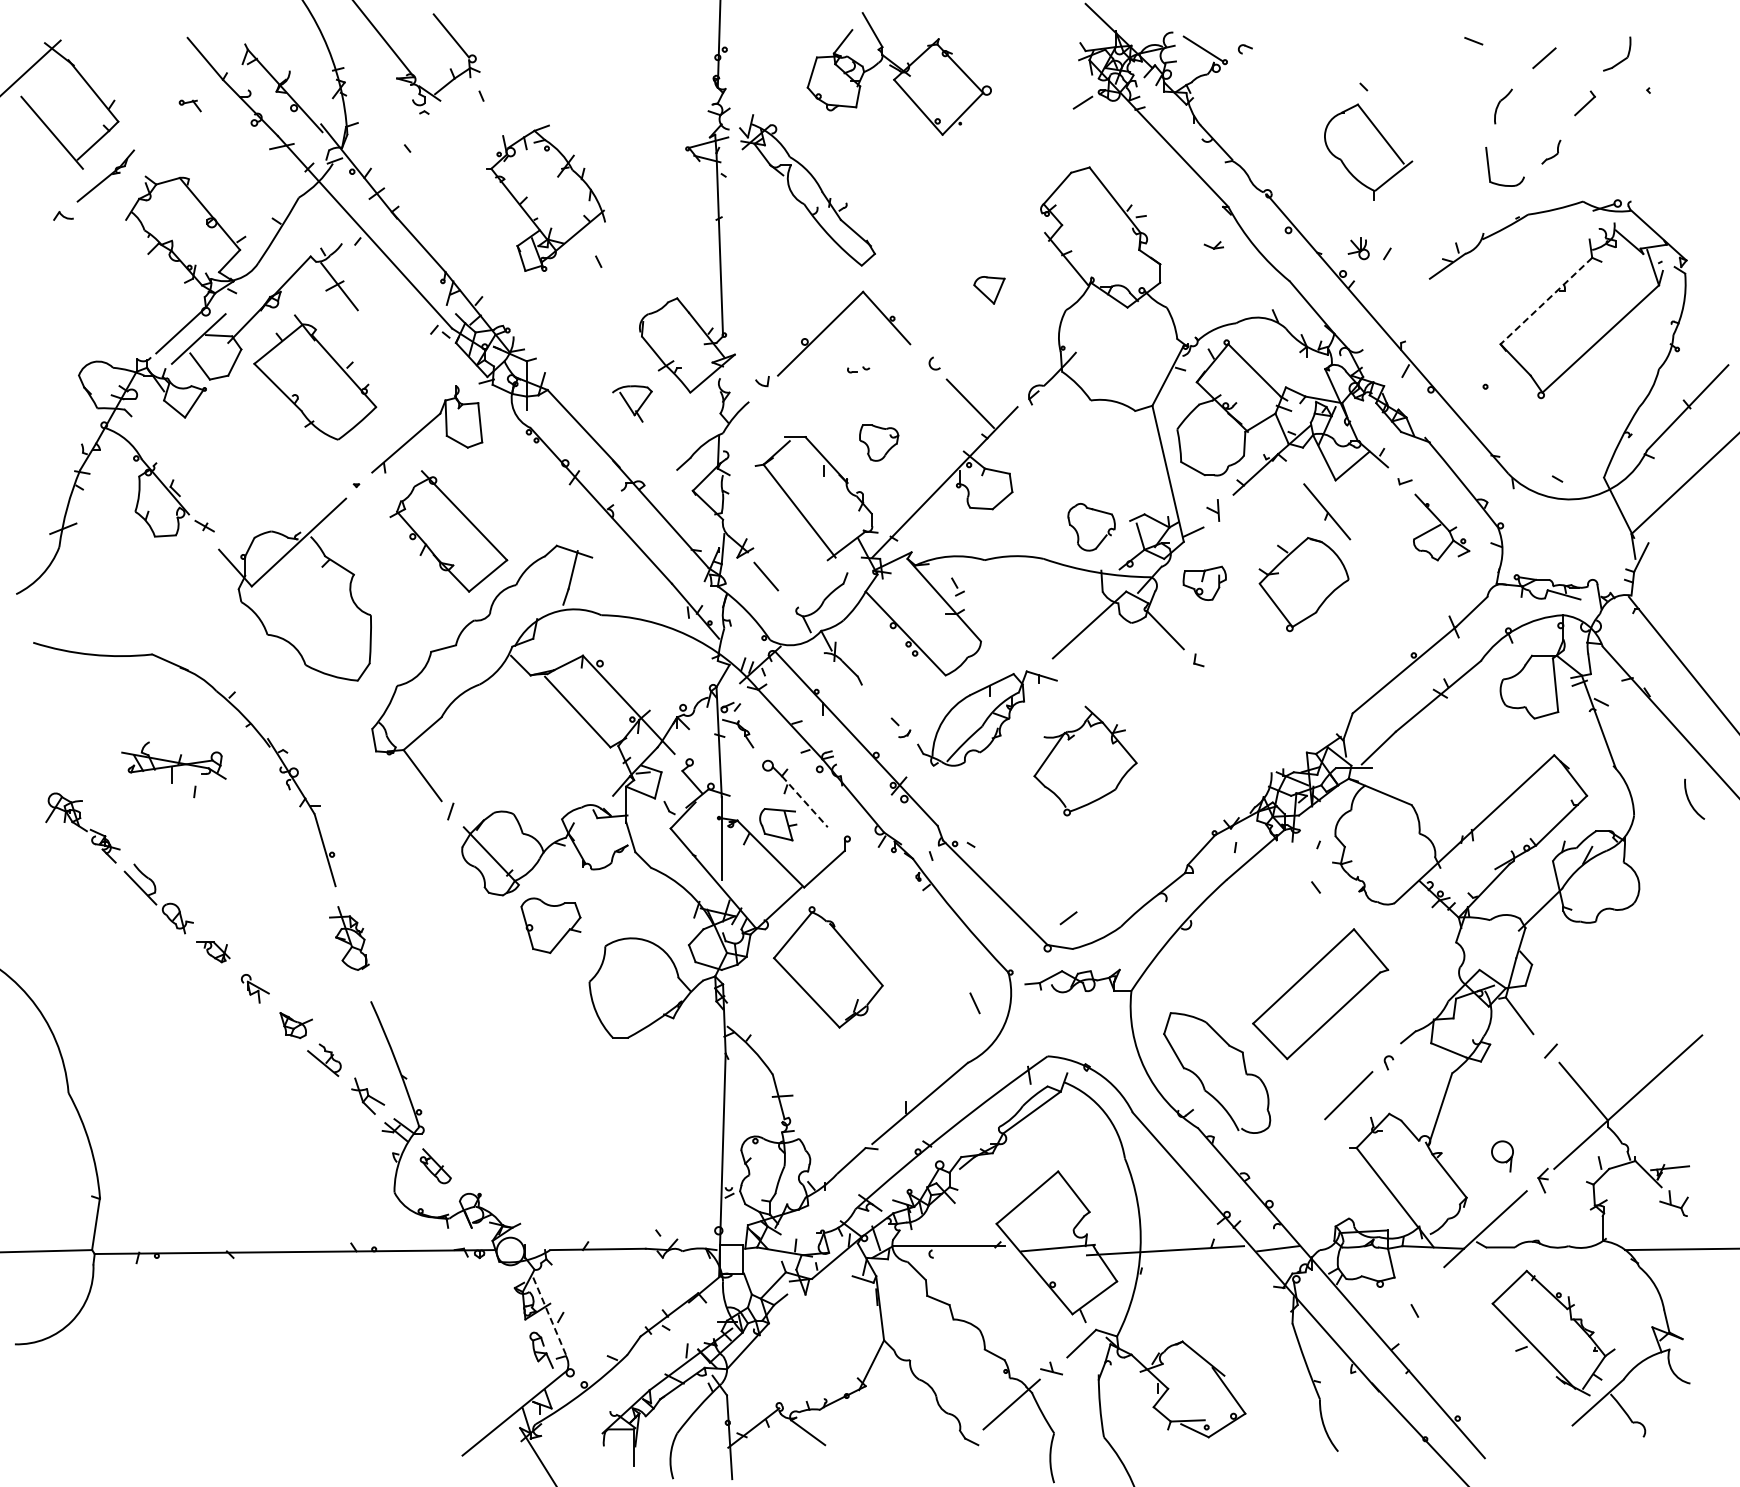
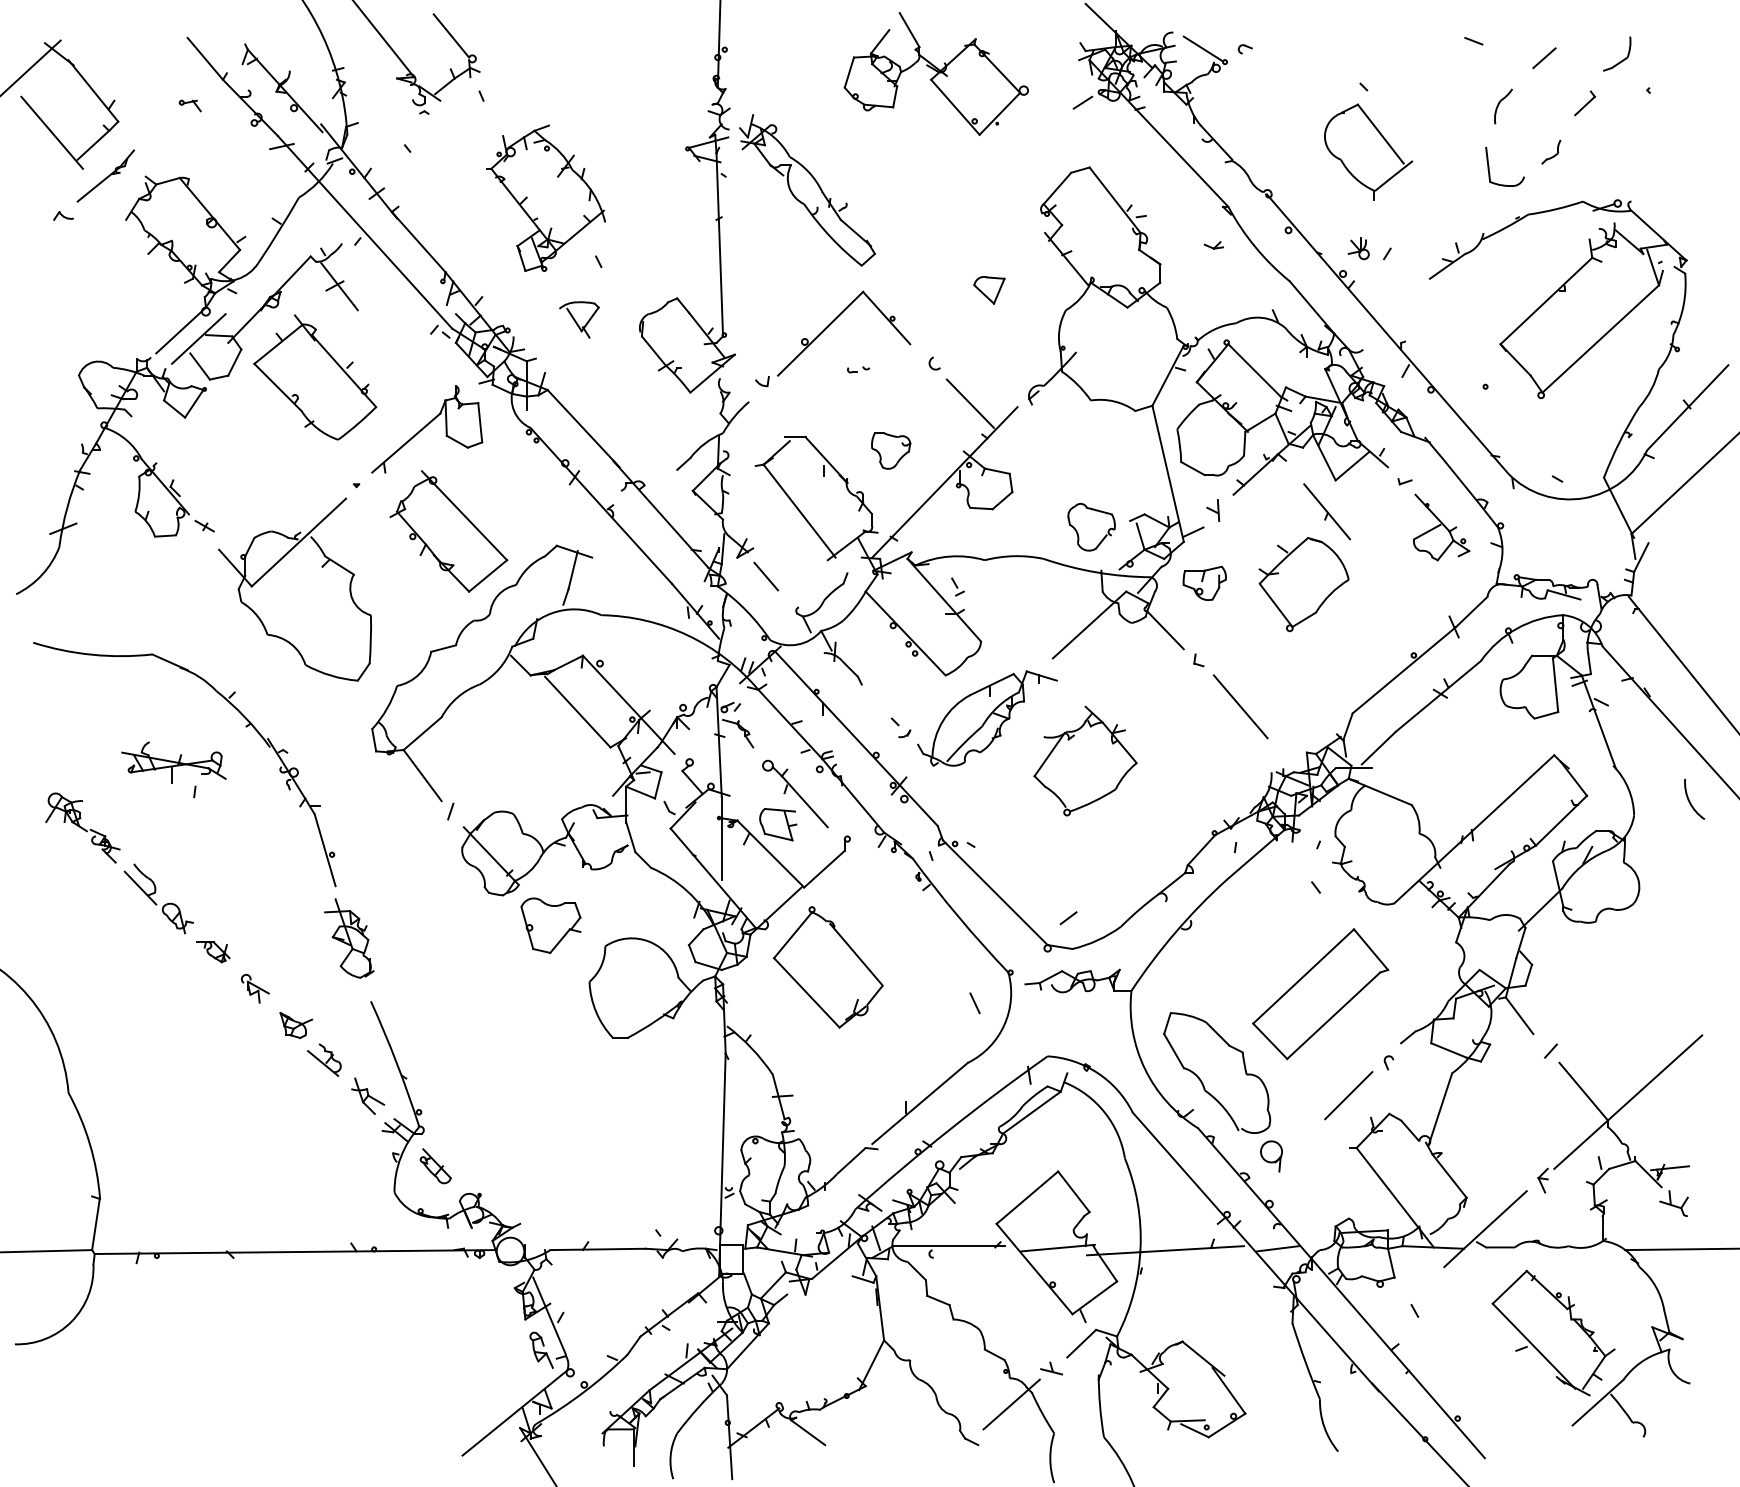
part at (898, 73) position: (898, 73) -> (935, 73)
line at (1546, 301): dashed -> solid
part at (632, 403) position: (632, 403) -> (579, 319)
part at (879, 442) position: (879, 442) -> (891, 450)
line at (1240, 706): none -> present
line at (805, 802): dashed -> solid
part at (349, 938) size: 41x65 px -> 51x81 px
part at (1502, 1156) position: (1502, 1156) -> (1271, 1156)
line at (549, 1316): dashed -> solid
